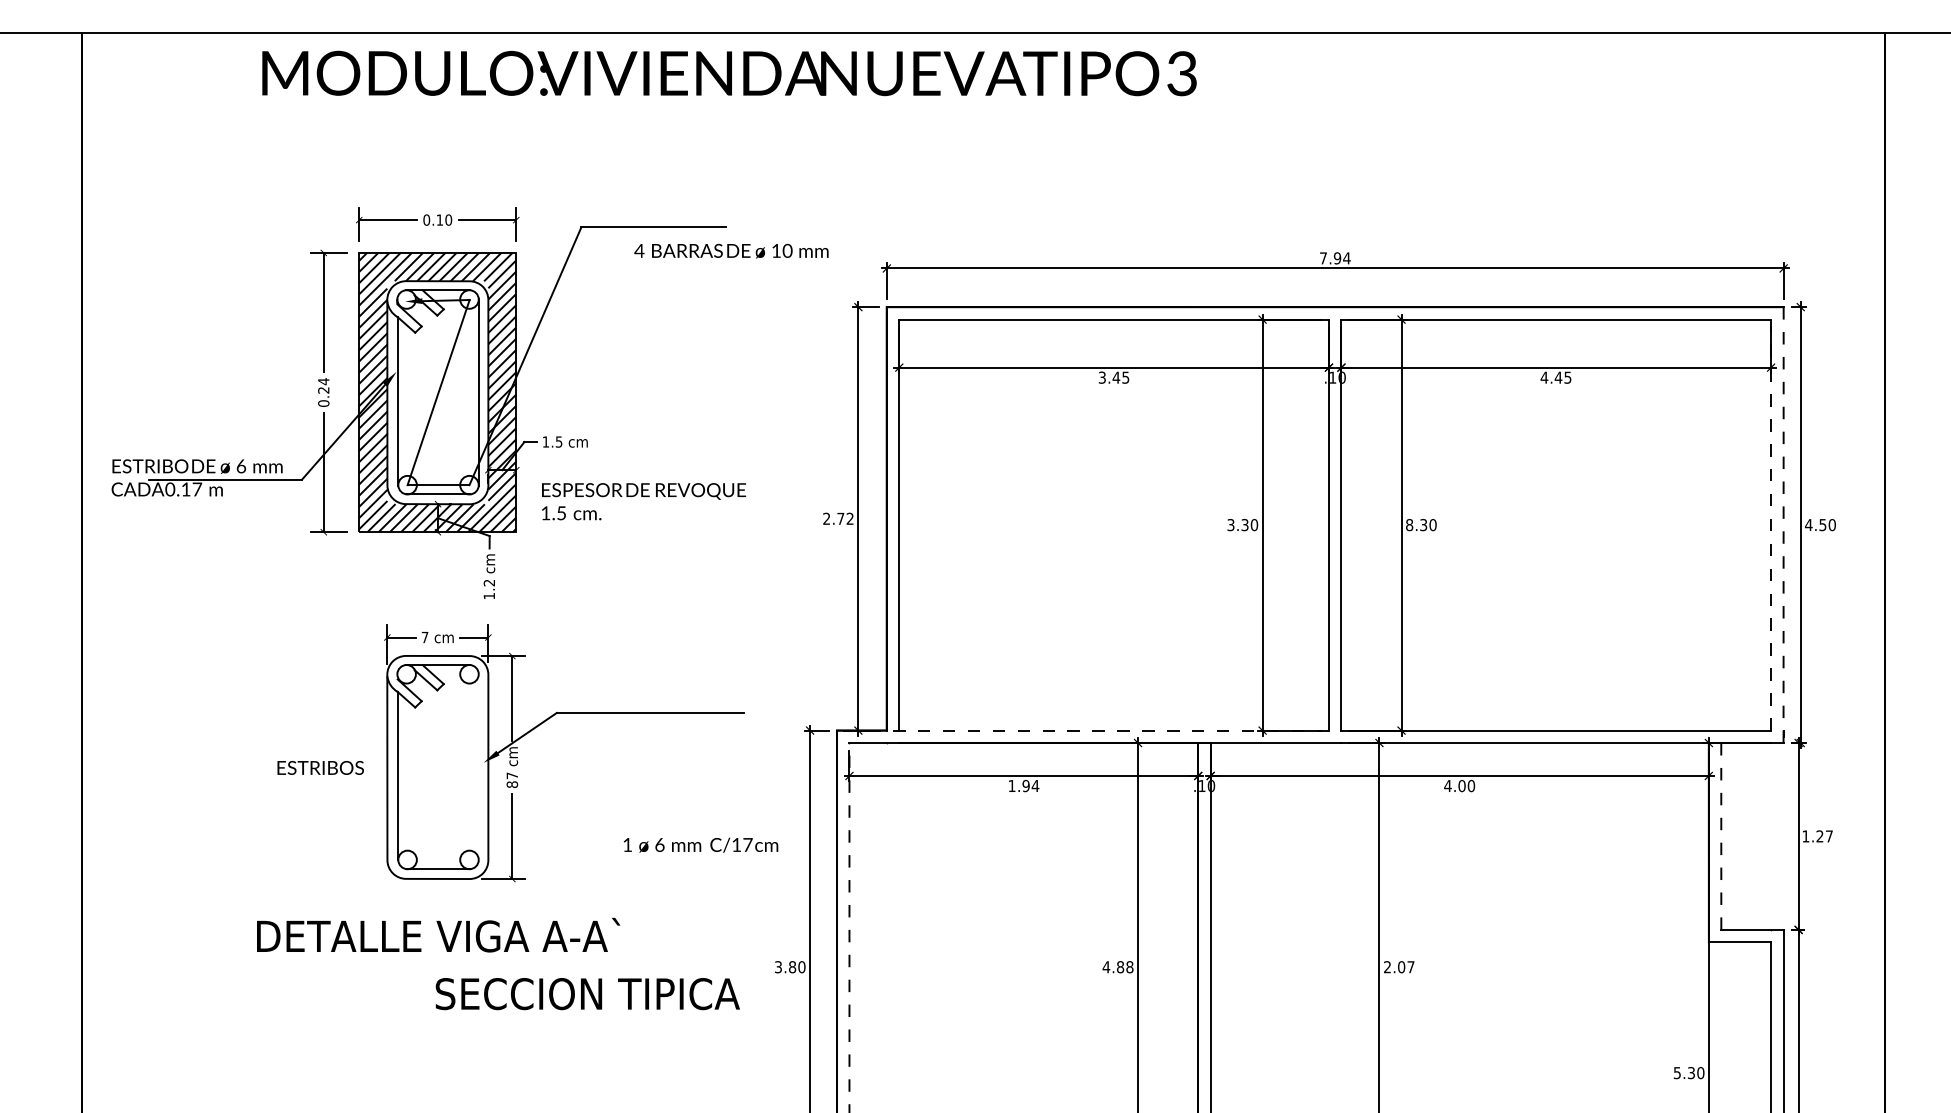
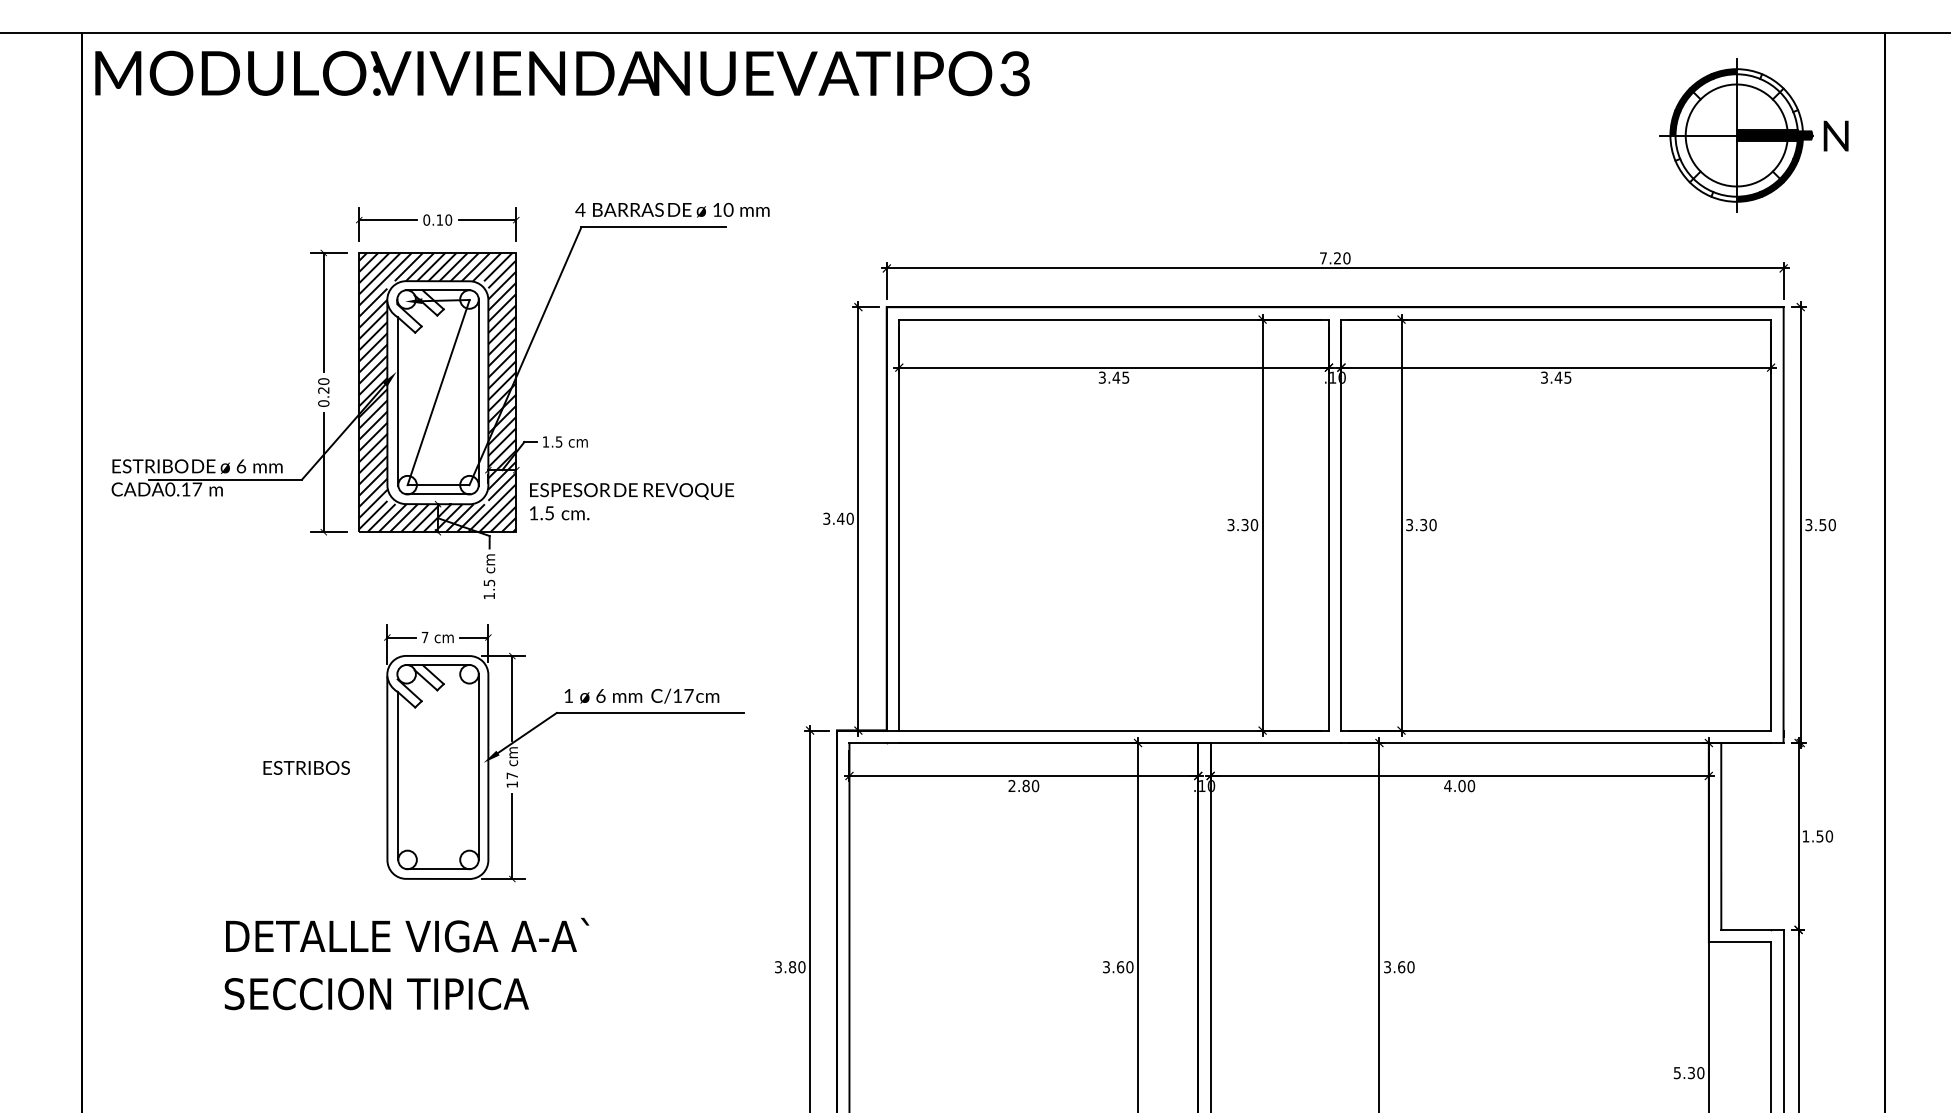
text at (729, 73) position: (729, 73) -> (562, 73)
part at (1753, 135): none -> present
text at (731, 250) position: (731, 250) -> (672, 209)
text at (1341, 258): 7.94 -> 7.20
text at (1544, 377): 4.45 -> 3.45
text at (323, 381): 0.24 -> 0.20
text at (643, 501) position: (643, 501) -> (631, 501)
text at (838, 518): 2.72 -> 3.40
line at (1771, 524): dashed -> solid
text at (1808, 524): 4.50 -> 3.50
text at (1409, 525): 8.30 -> 3.30
line at (1783, 525): dashed -> solid
text at (489, 582): 1.2 -> 1.5
line at (1082, 730): dashed -> solid
line at (479, 766): none -> present
text at (320, 767) position: (320, 767) -> (306, 767)
text at (512, 784): 87 -> 17
text at (1023, 785): 1.94 -> 2.80
line at (1721, 836): dashed -> solid
text at (1824, 836): 1.27 -> 1.50
text at (700, 844) position: (700, 844) -> (641, 695)
line at (849, 927): dashed -> solid
text at (438, 934) position: (438, 934) -> (407, 934)
text at (1117, 967): 4.88 -> 3.60
text at (1399, 967): 2.07 -> 3.60
text at (587, 994) position: (587, 994) -> (376, 994)
